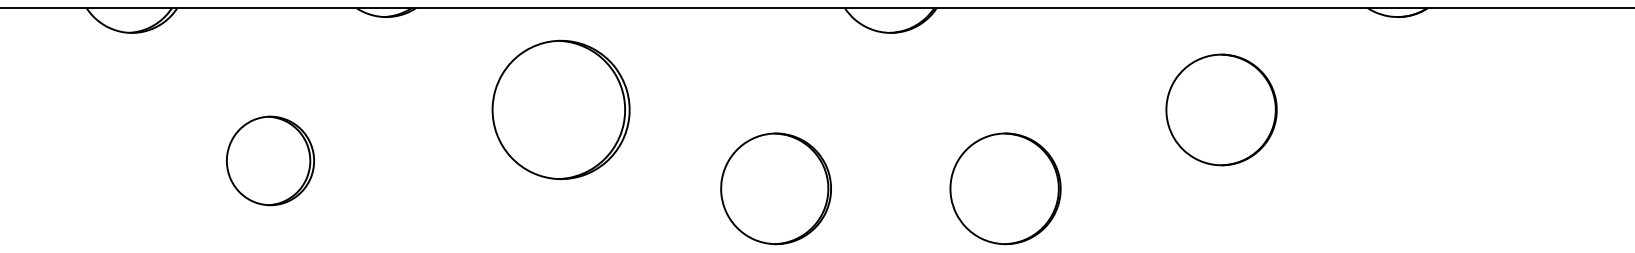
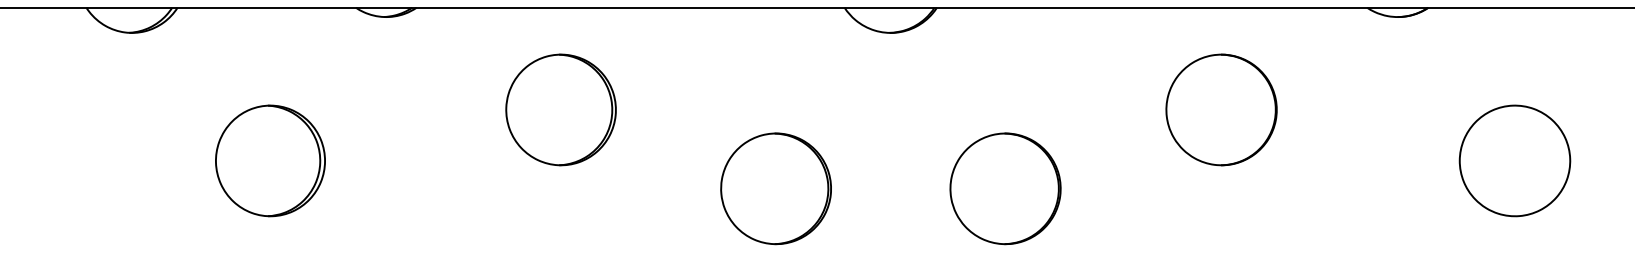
part at (560, 109) size: 140x141 px -> 112x114 px
part at (270, 160) size: 89x92 px -> 111x114 px
part at (1514, 160): none -> present
